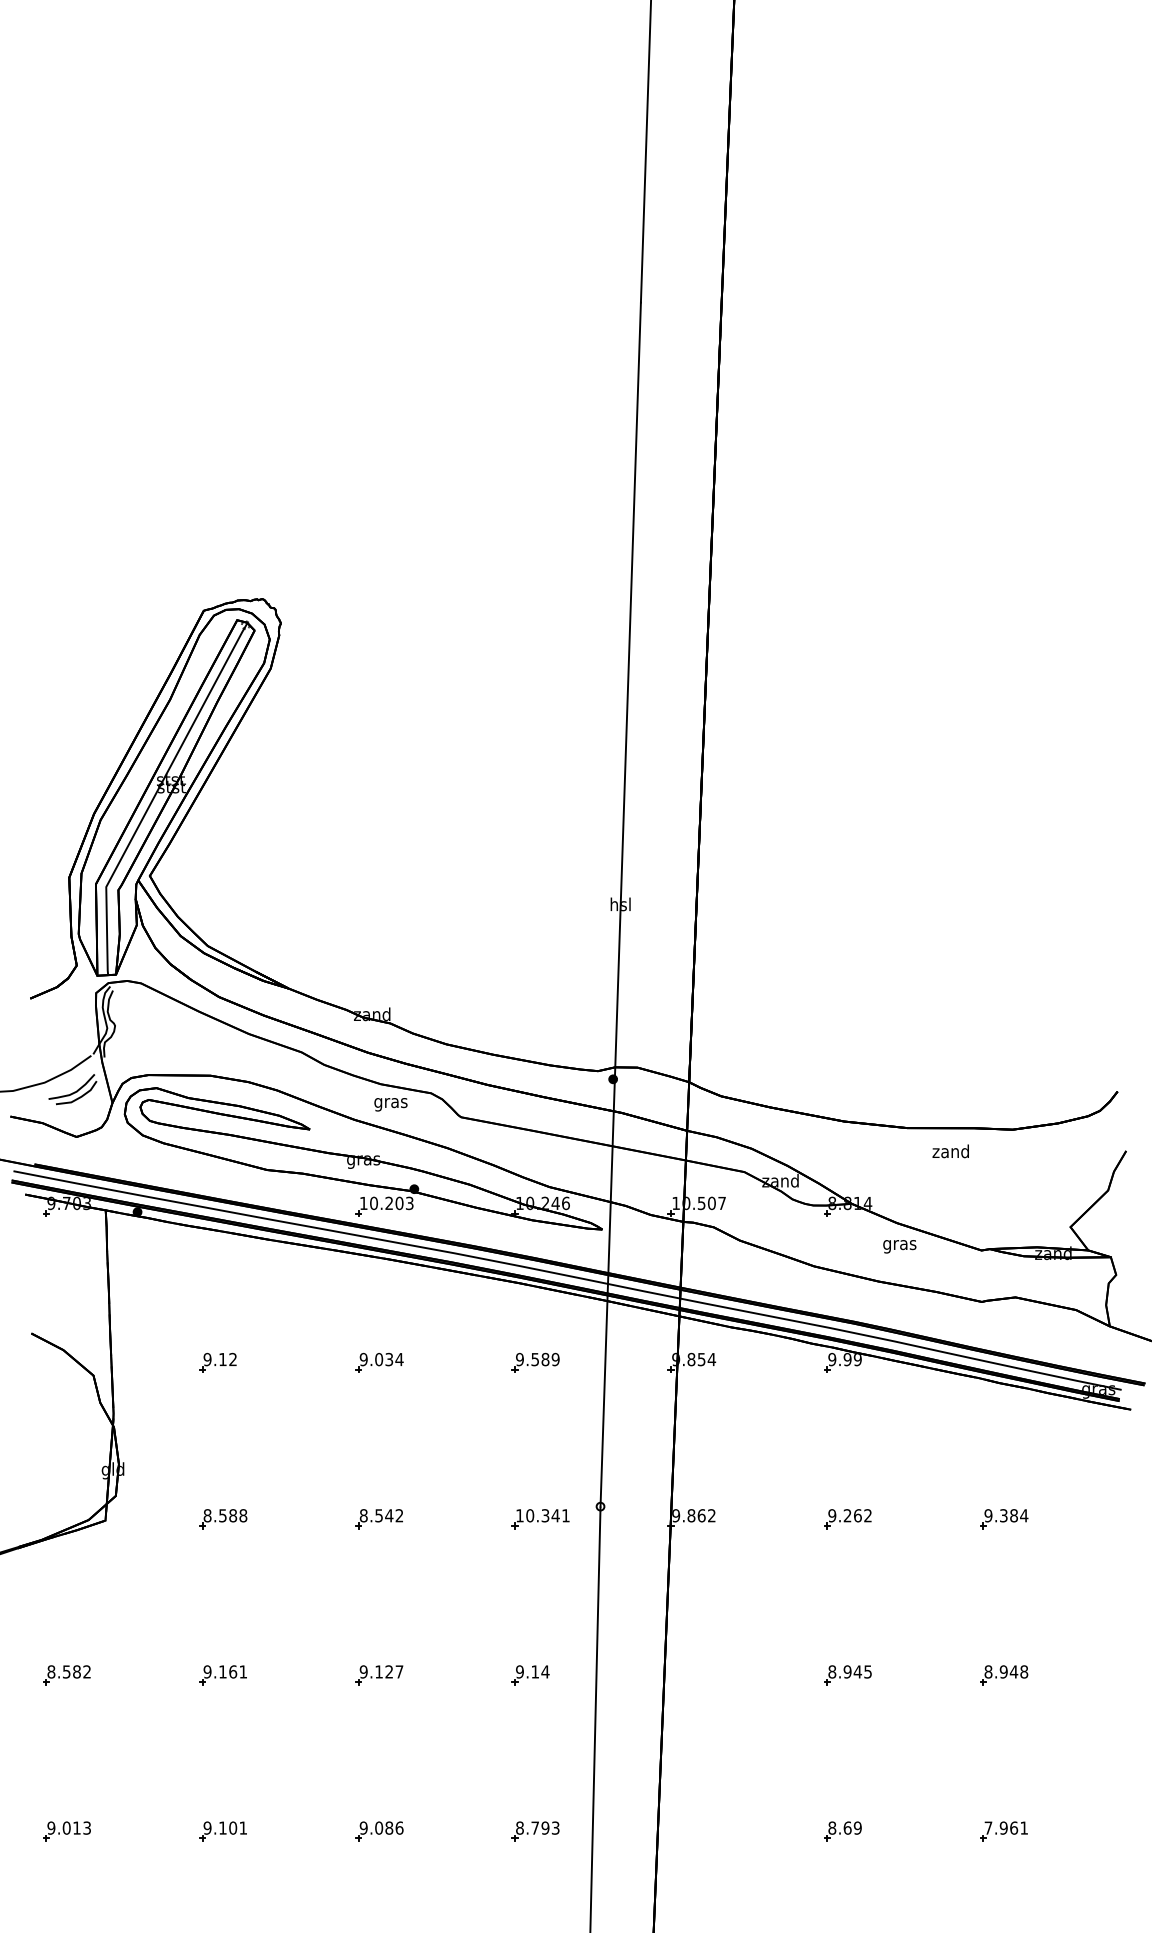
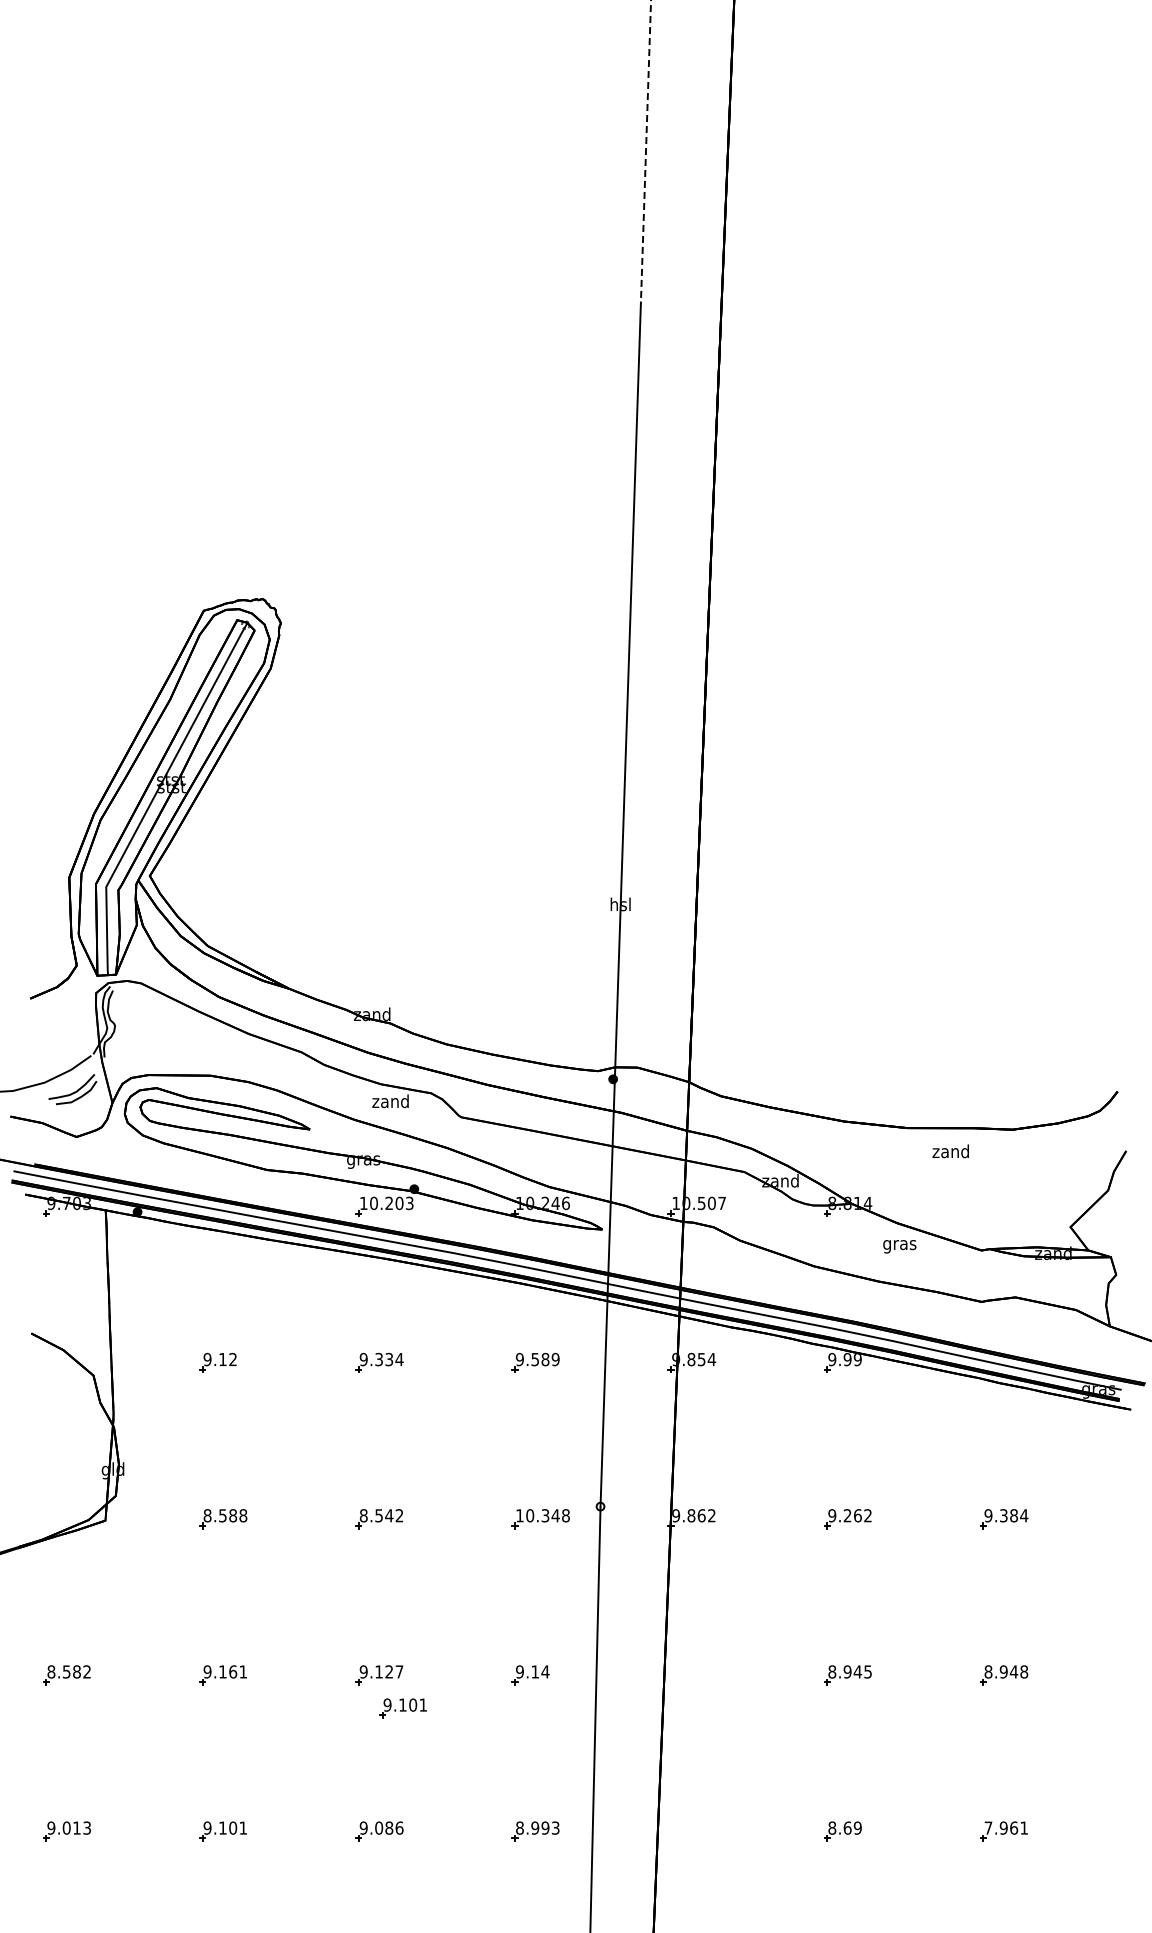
line at (645, 151): solid -> dashed
text at (390, 1102): gras -> zand
text at (379, 1359): 9.034 -> 9.334
text at (565, 1515): 10.341 -> 10.348
part at (402, 1708): none -> present
text at (535, 1827): 8.793 -> 8.993
